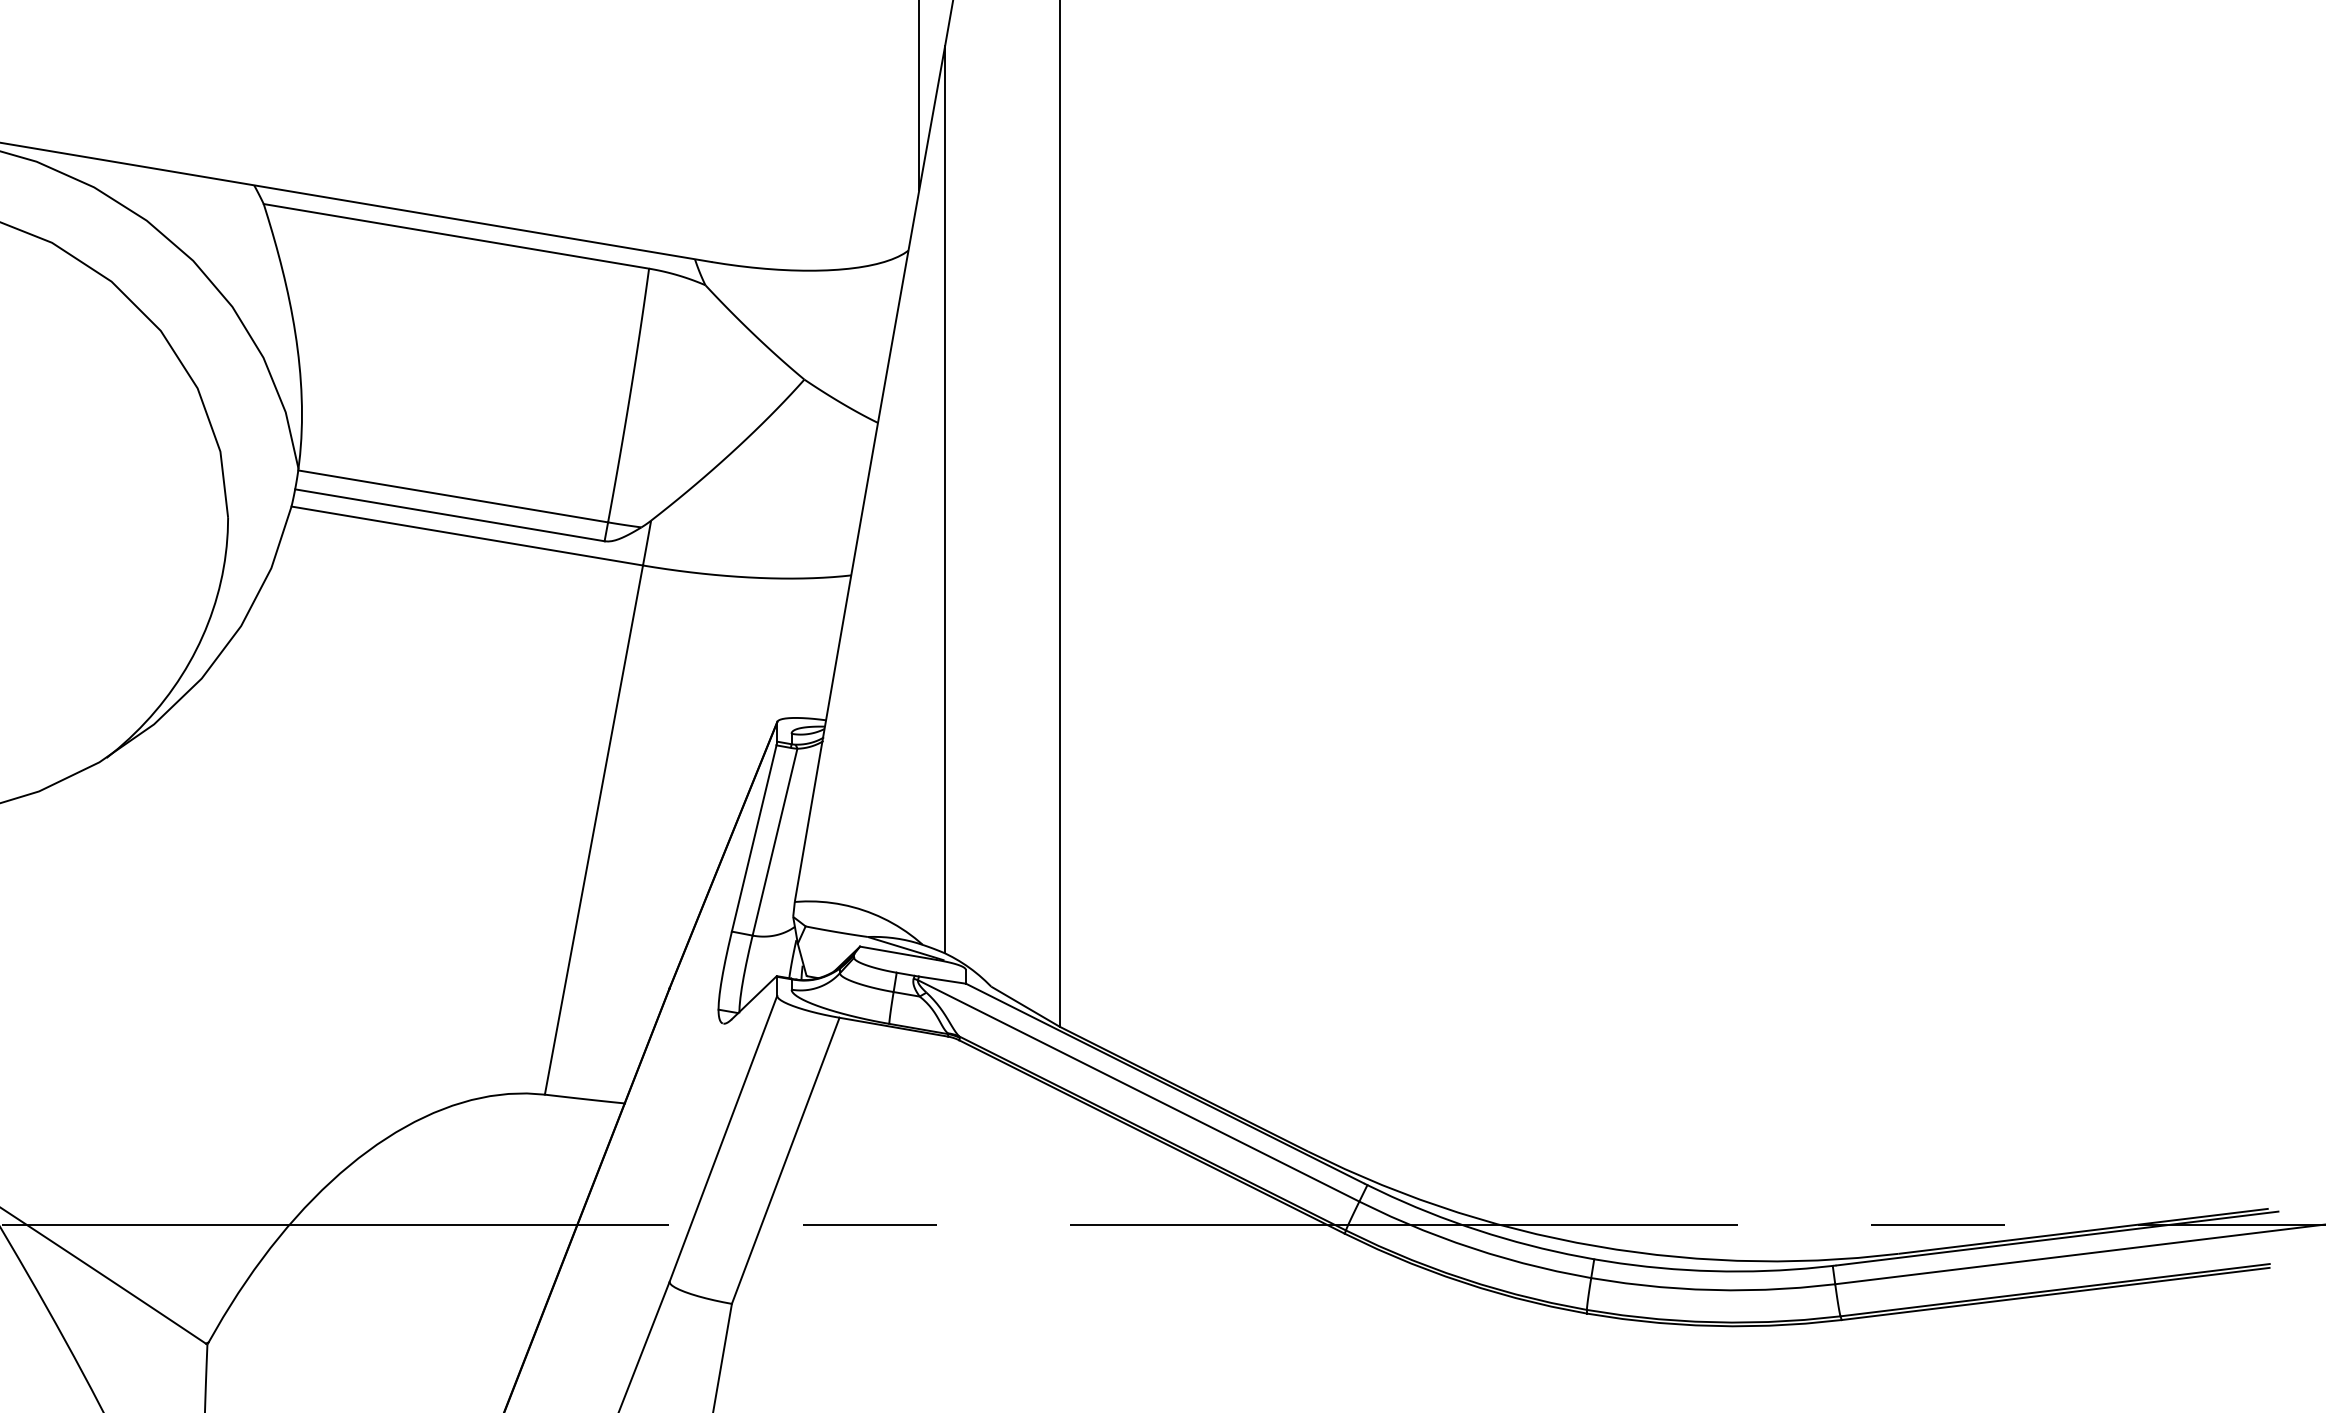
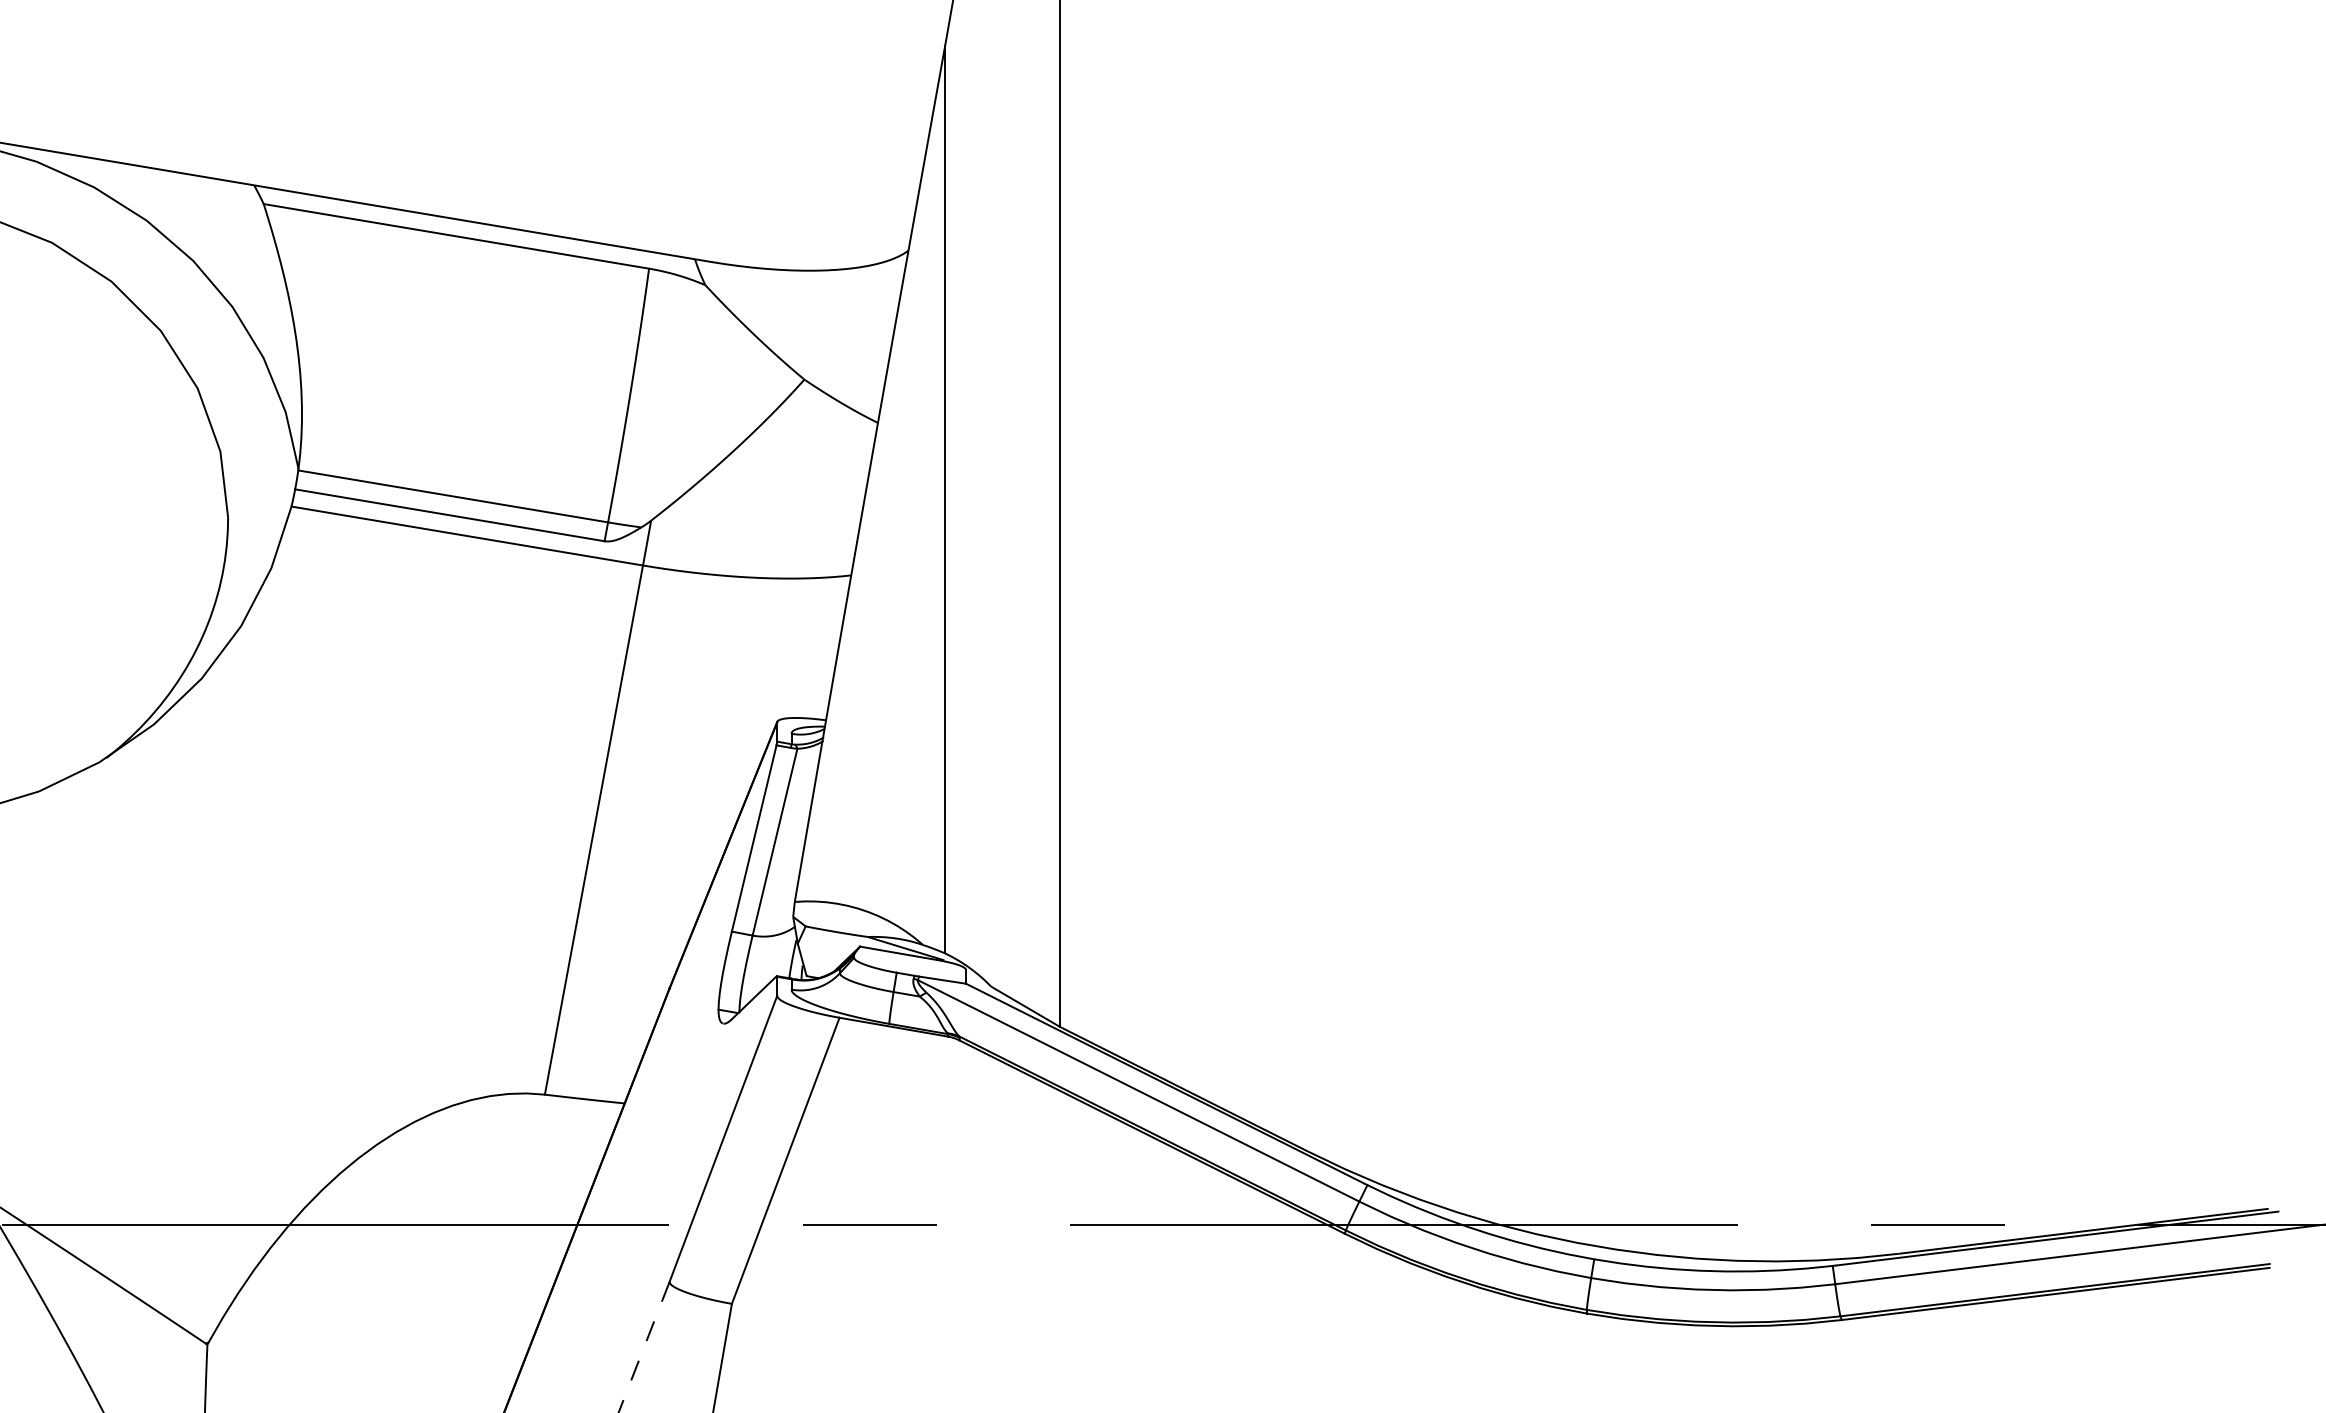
line at (919, 95): present -> none
line at (644, 1347): solid -> dashed
